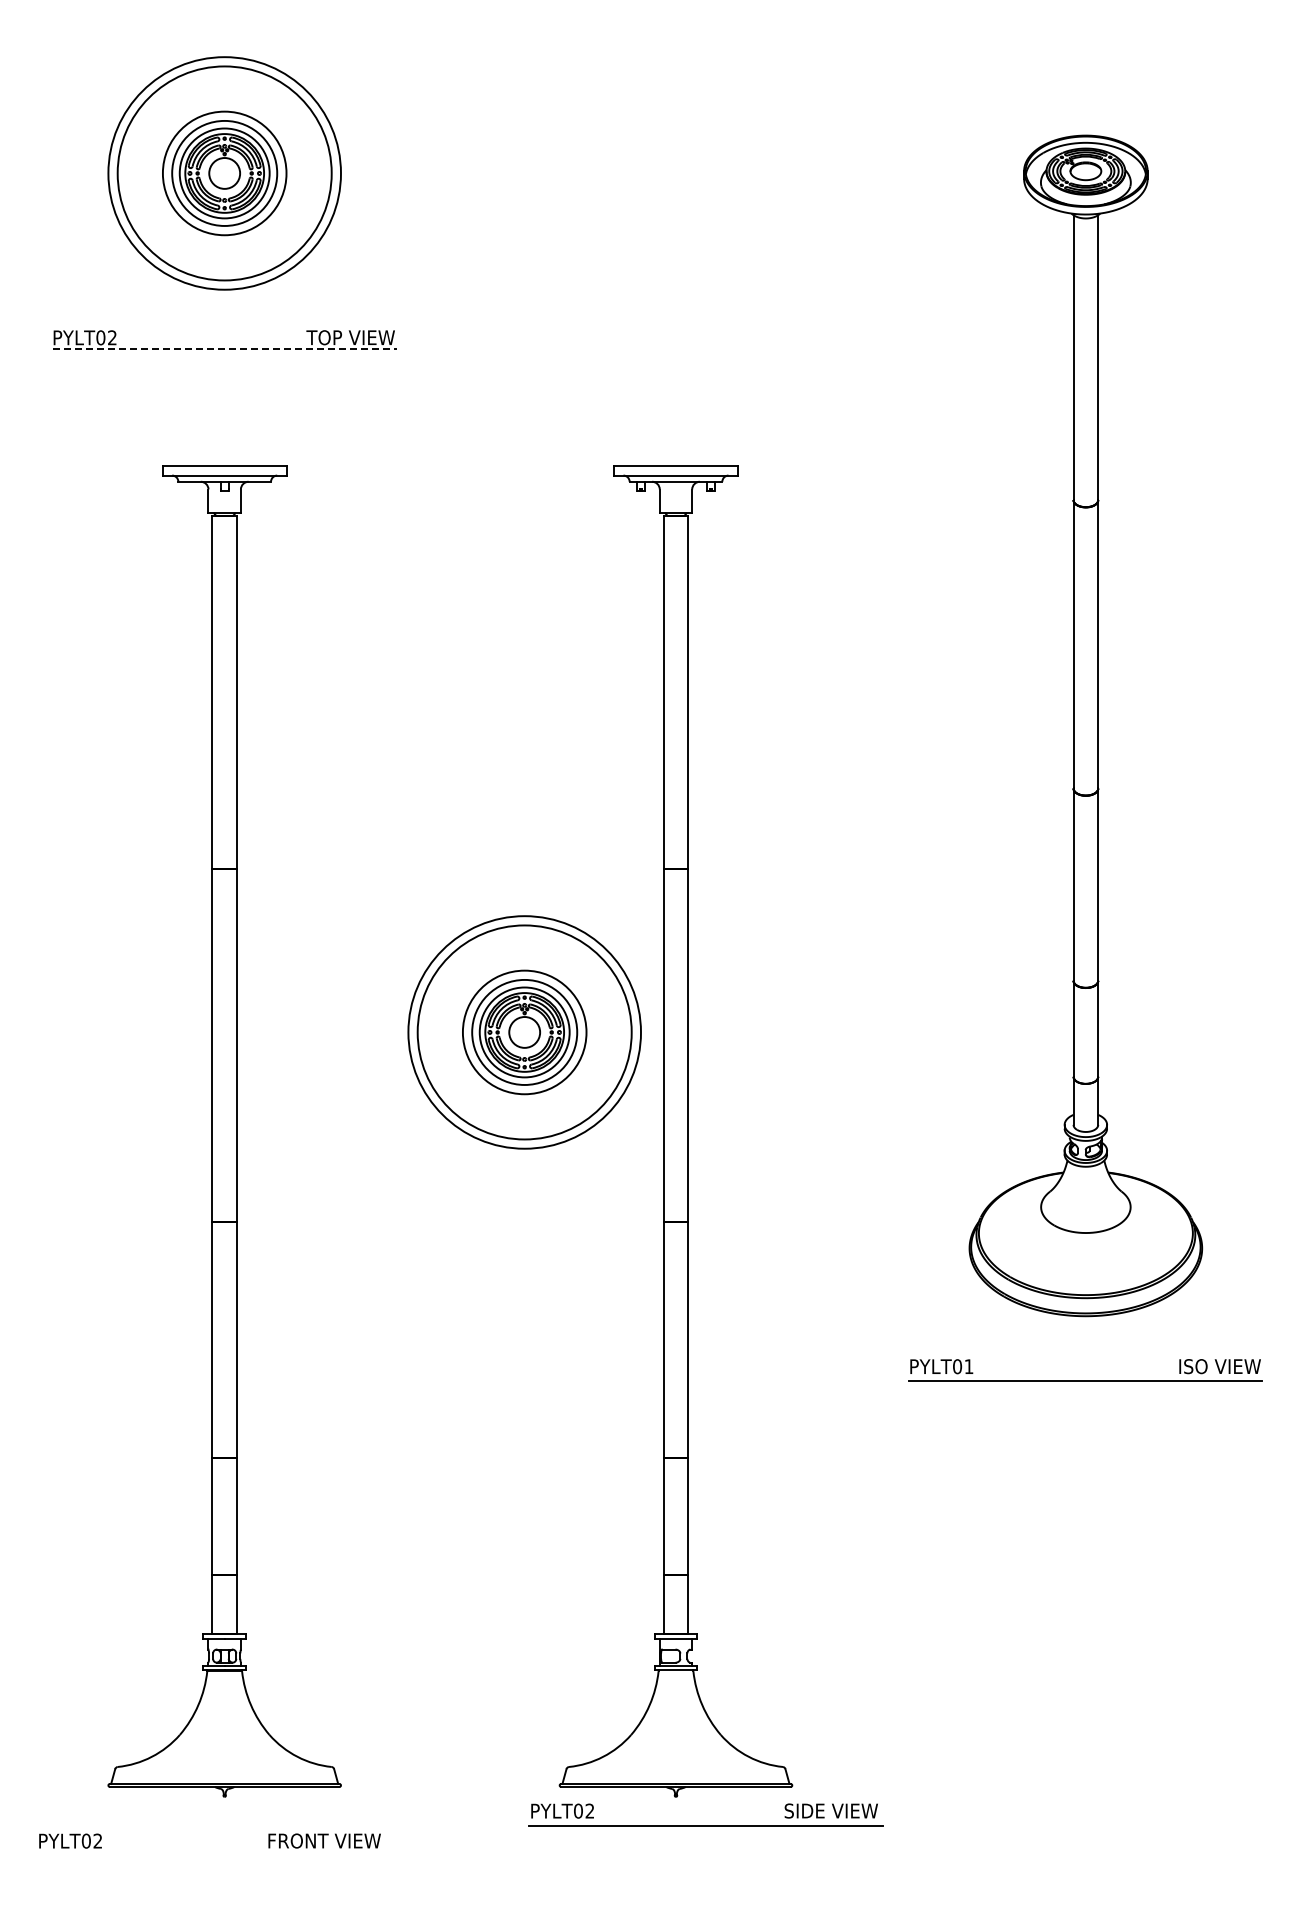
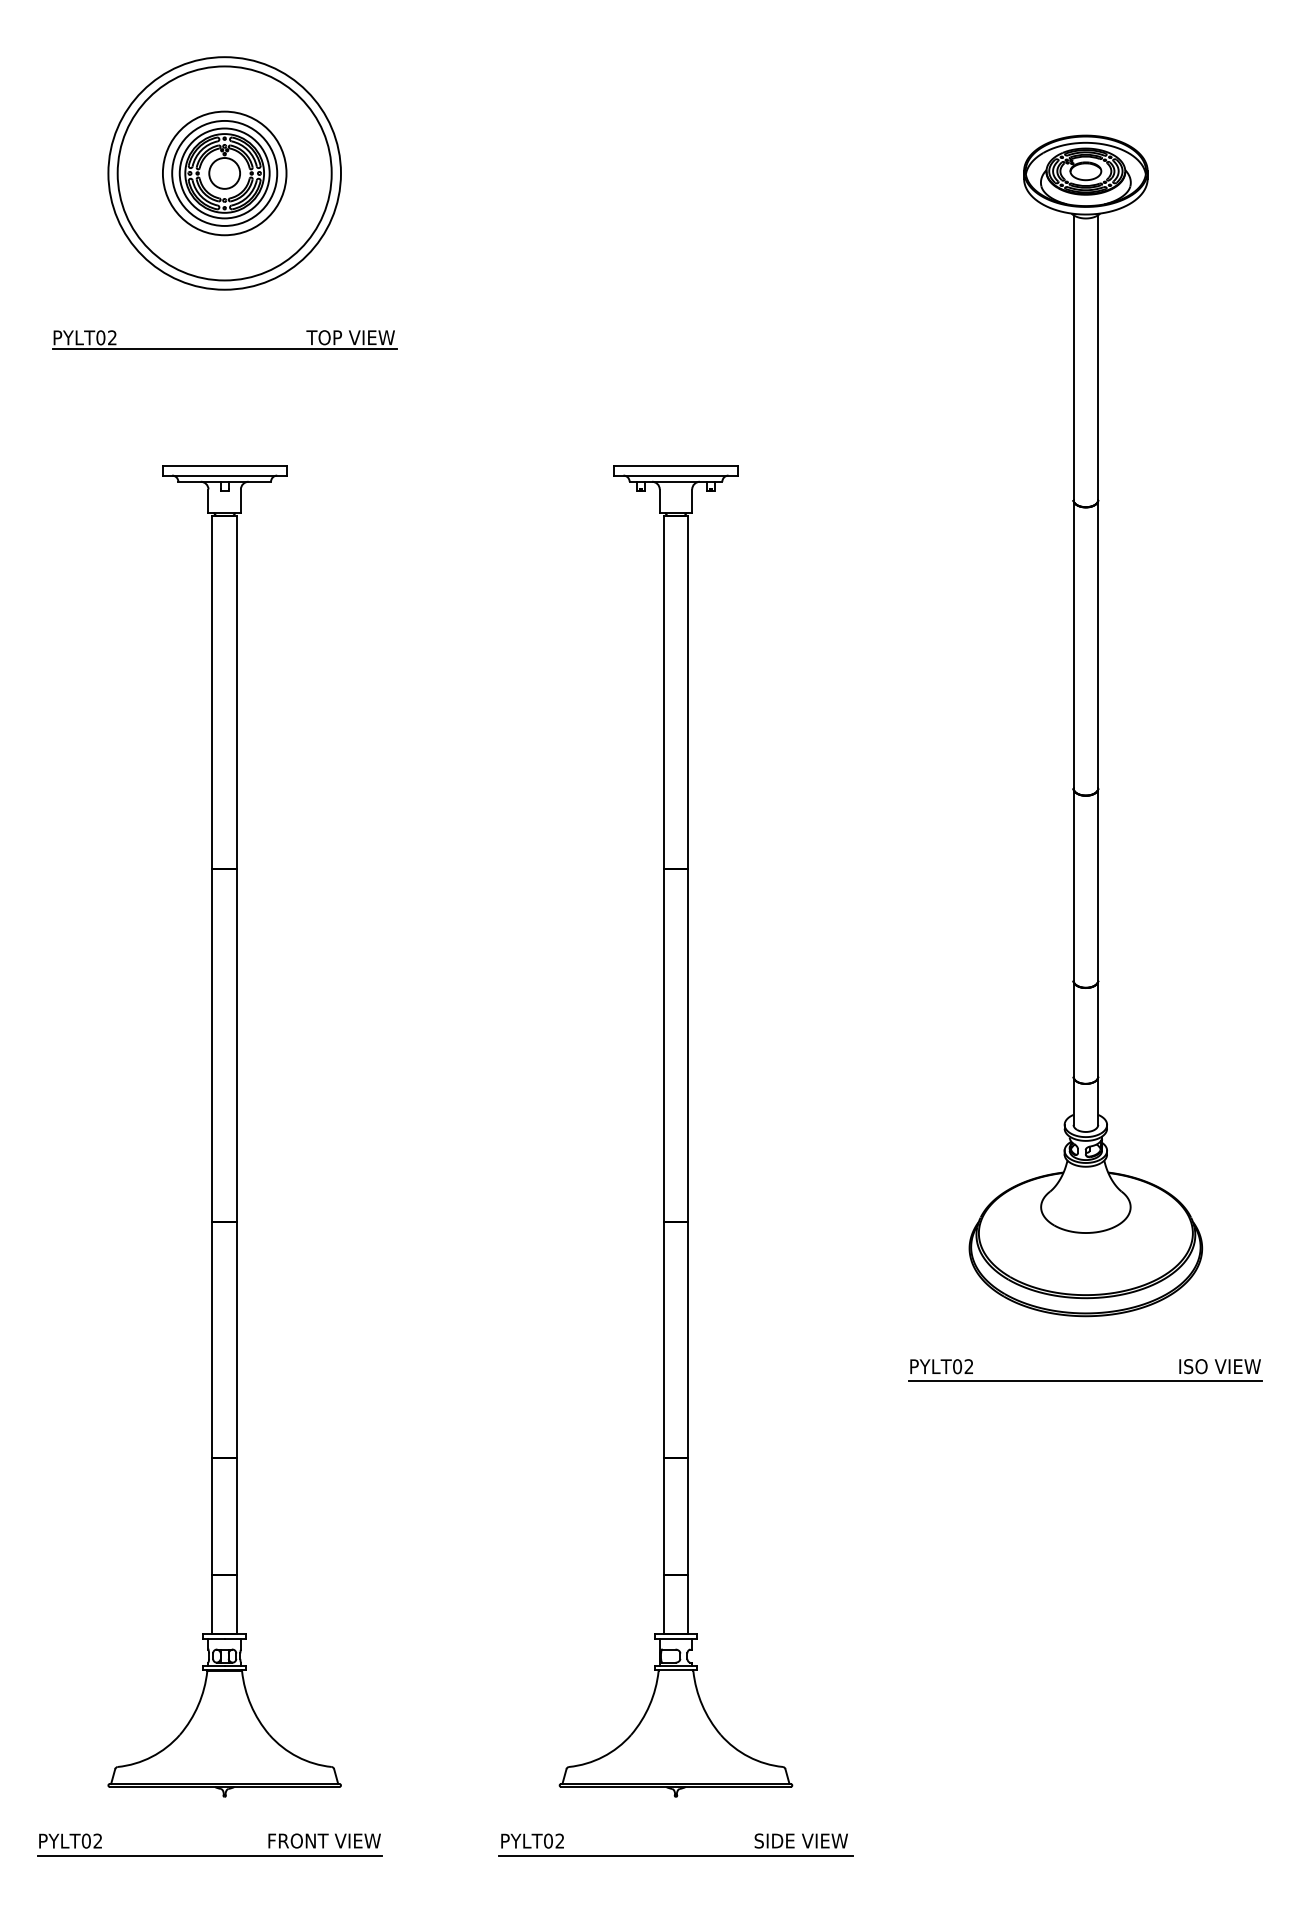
line at (225, 348): dashed -> solid
part at (524, 1032): present -> none
text at (968, 1366): PYLT01 -> PYLT02
part at (705, 1825) position: (705, 1825) -> (675, 1855)
line at (209, 1855): none -> present
